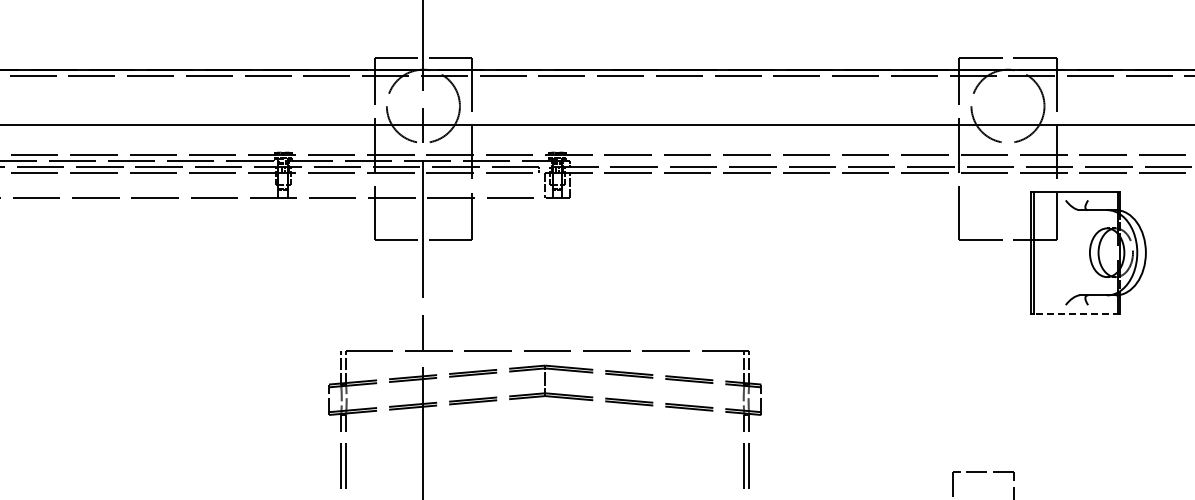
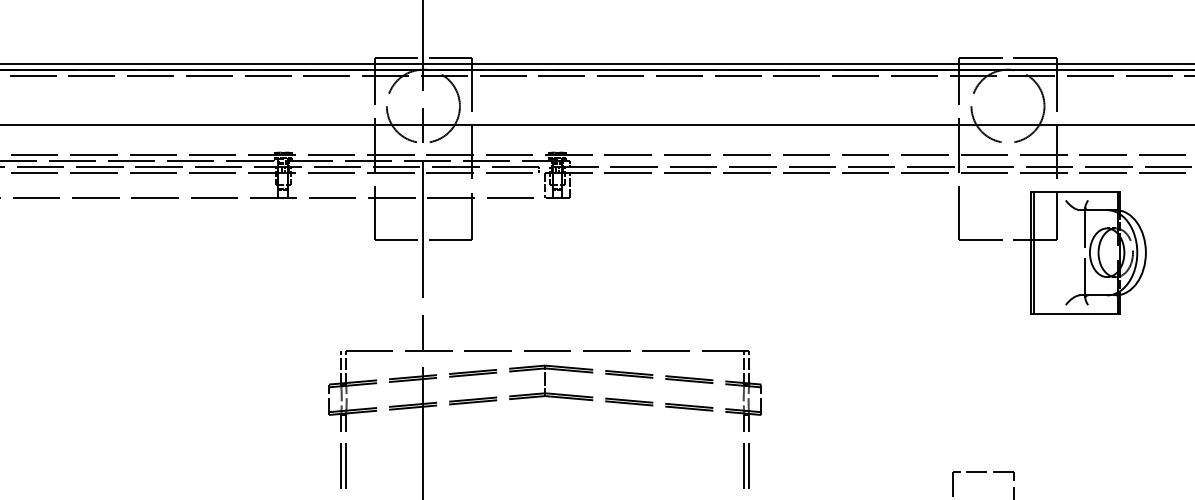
line at (596, 63): none -> present
line at (1085, 252): none -> present
line at (1076, 313): dashed -> solid
